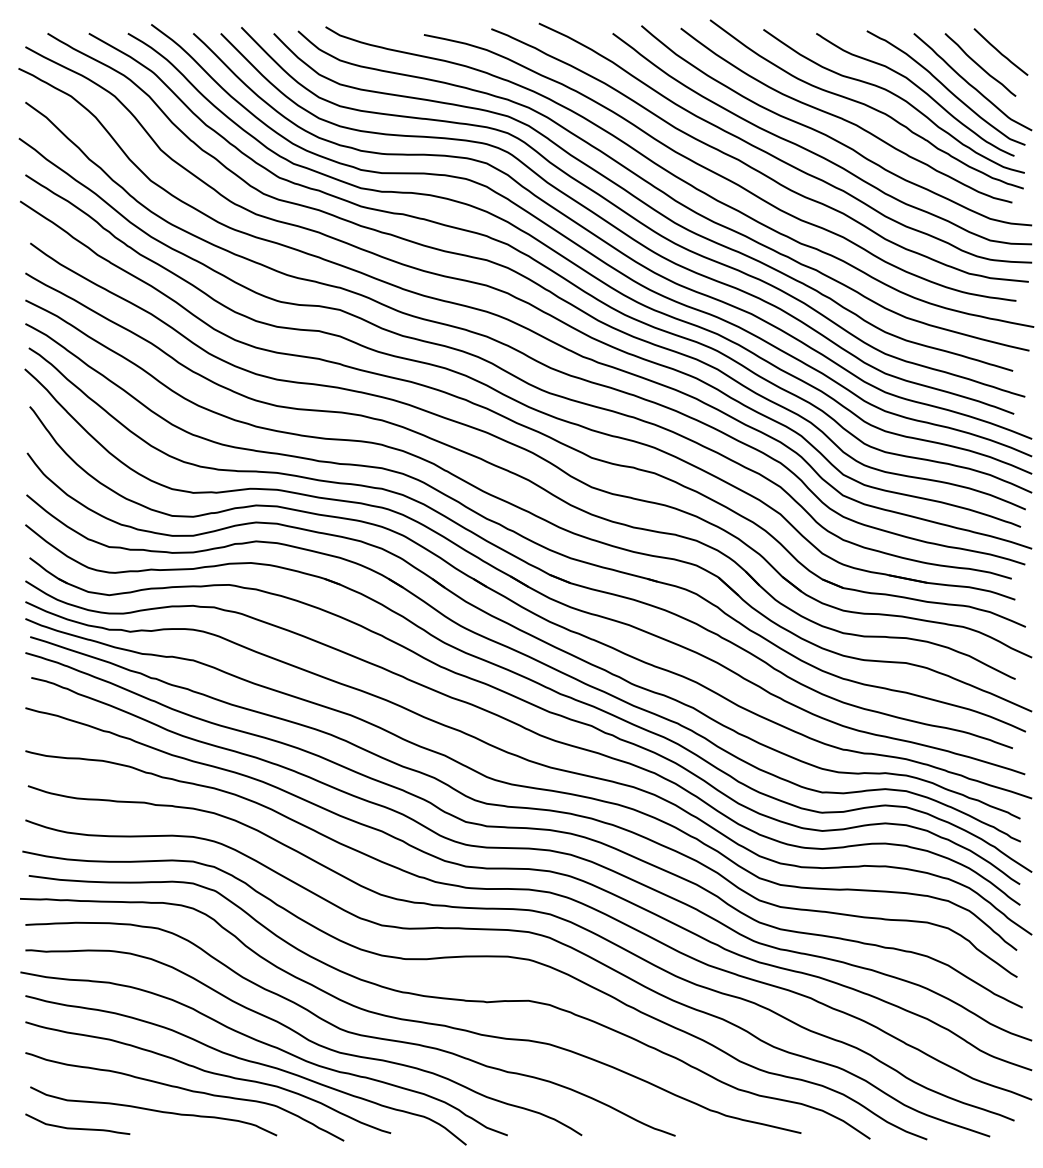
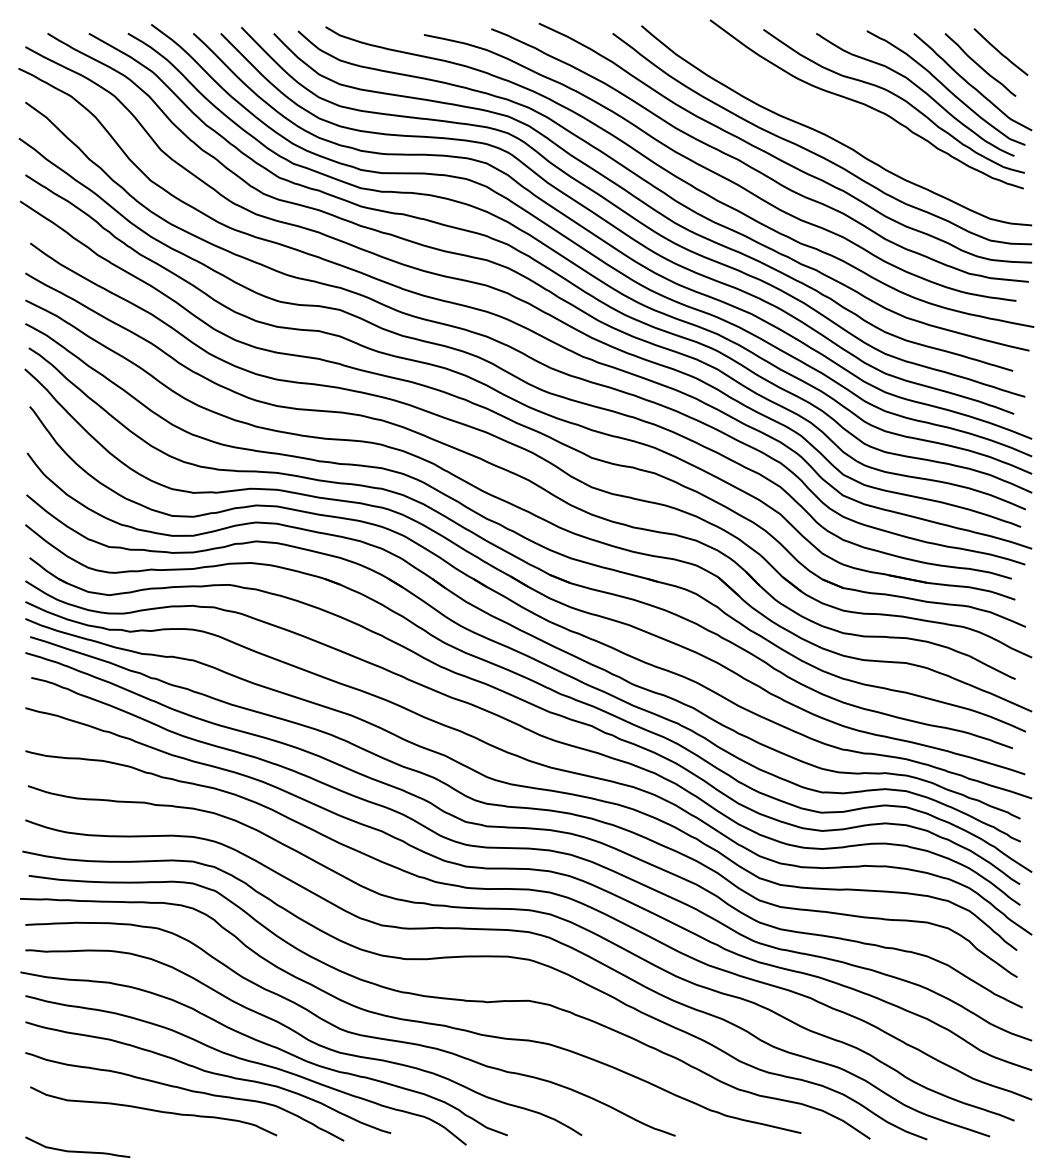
curve at (844, 118): present -> none
curve at (76, 1127) position: (76, 1127) -> (76, 1150)
